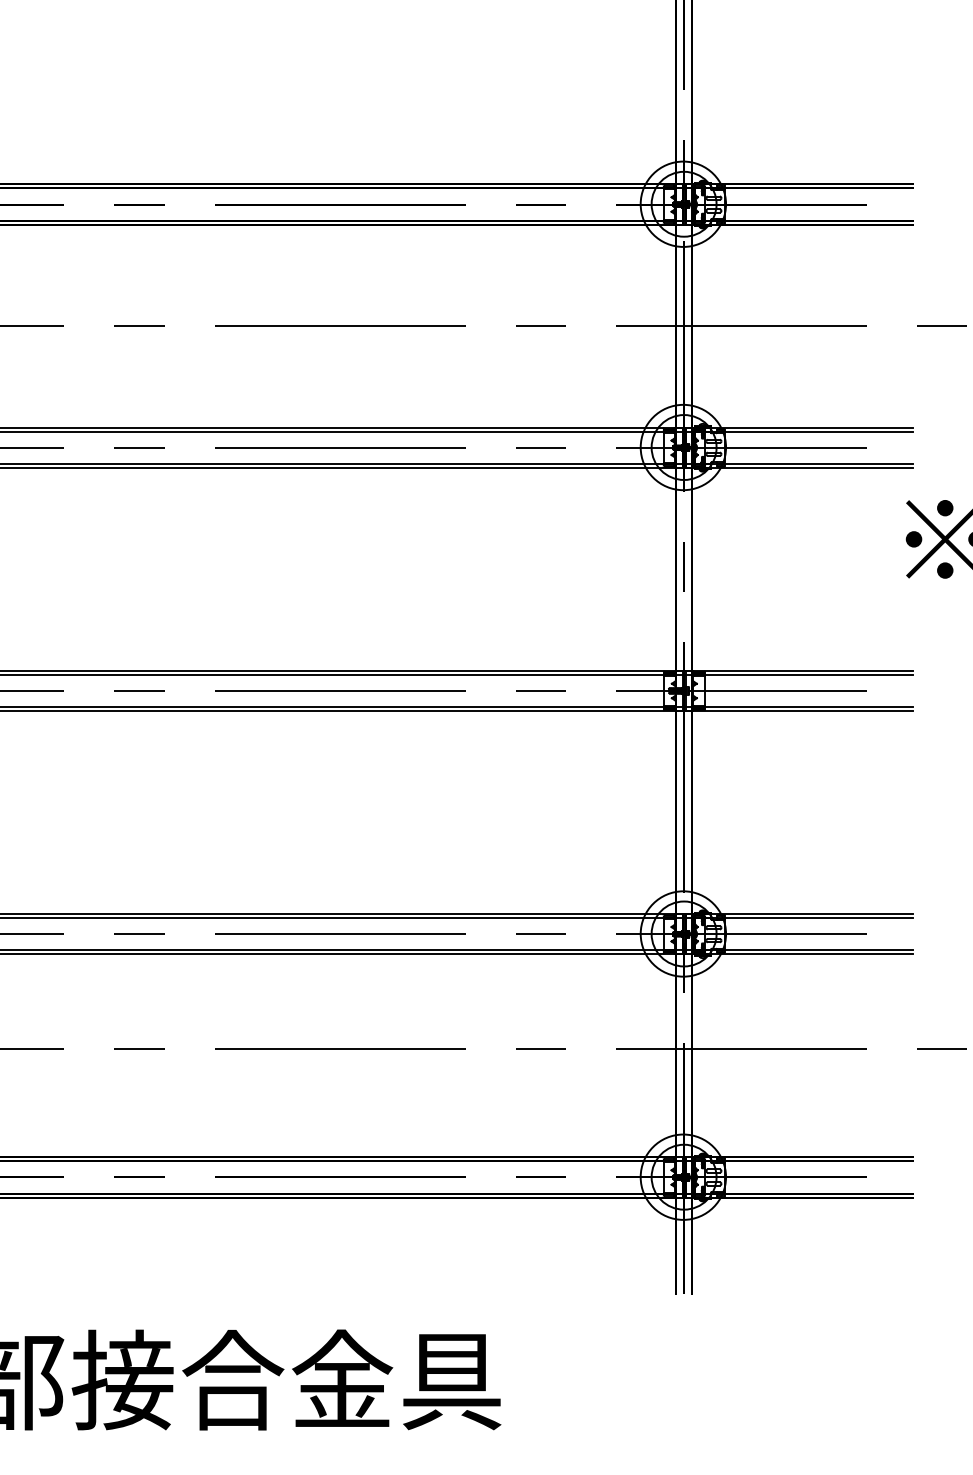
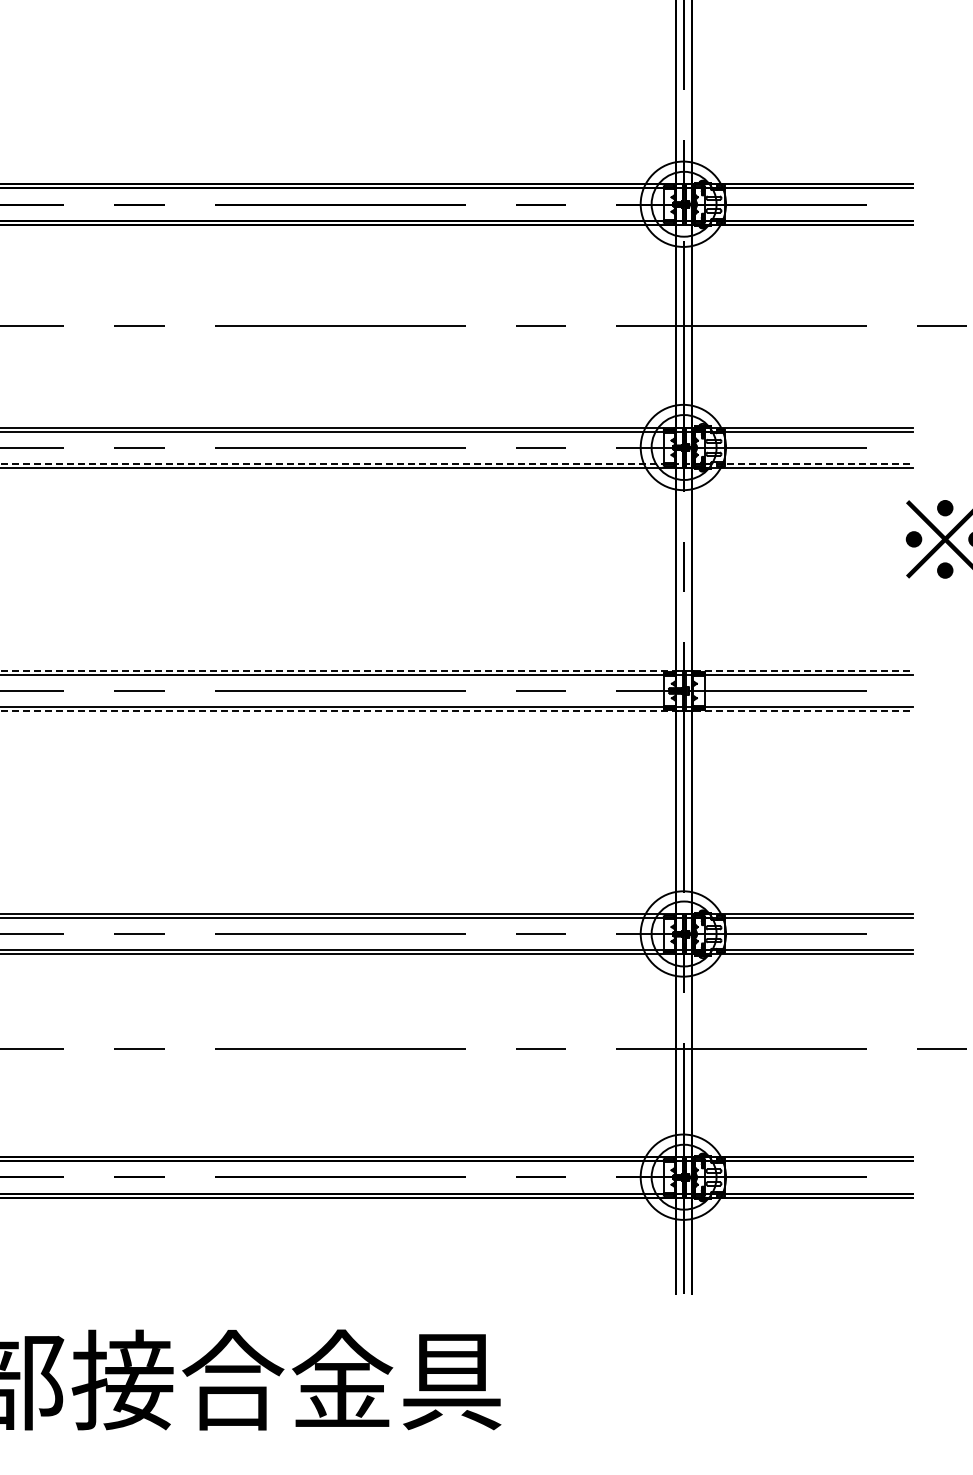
line at (457, 463): solid -> dashed
line at (457, 670): solid -> dashed
line at (457, 711): solid -> dashed
